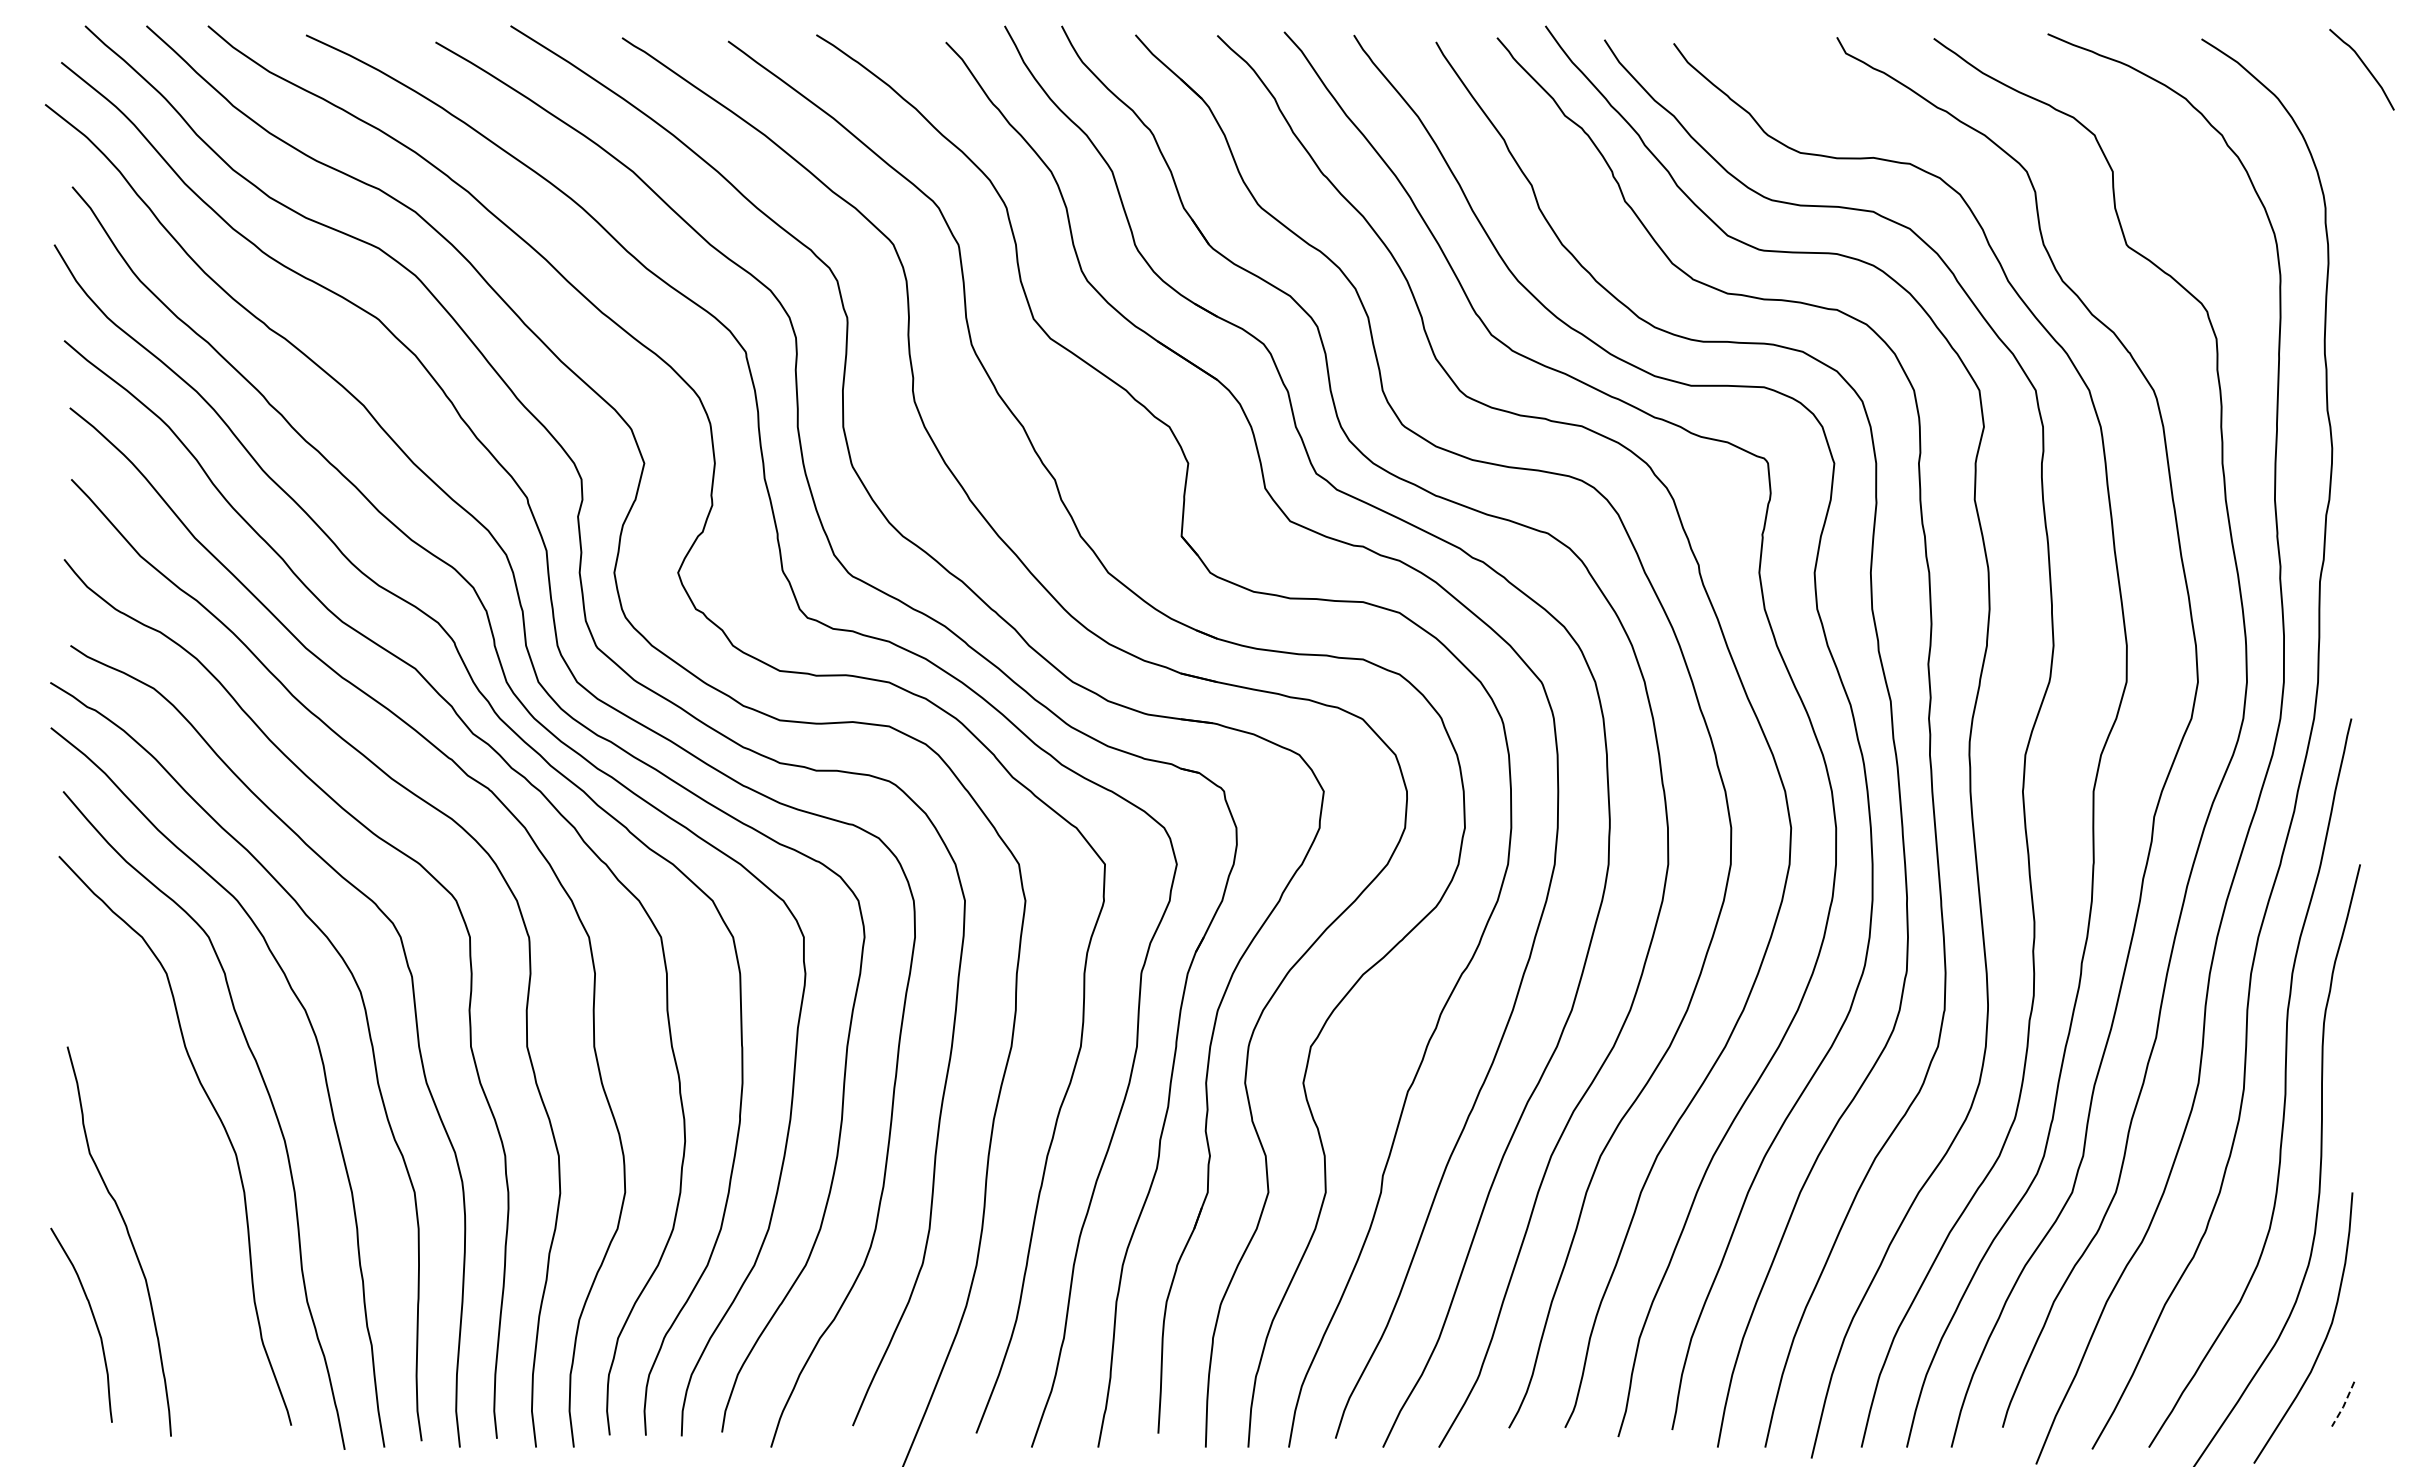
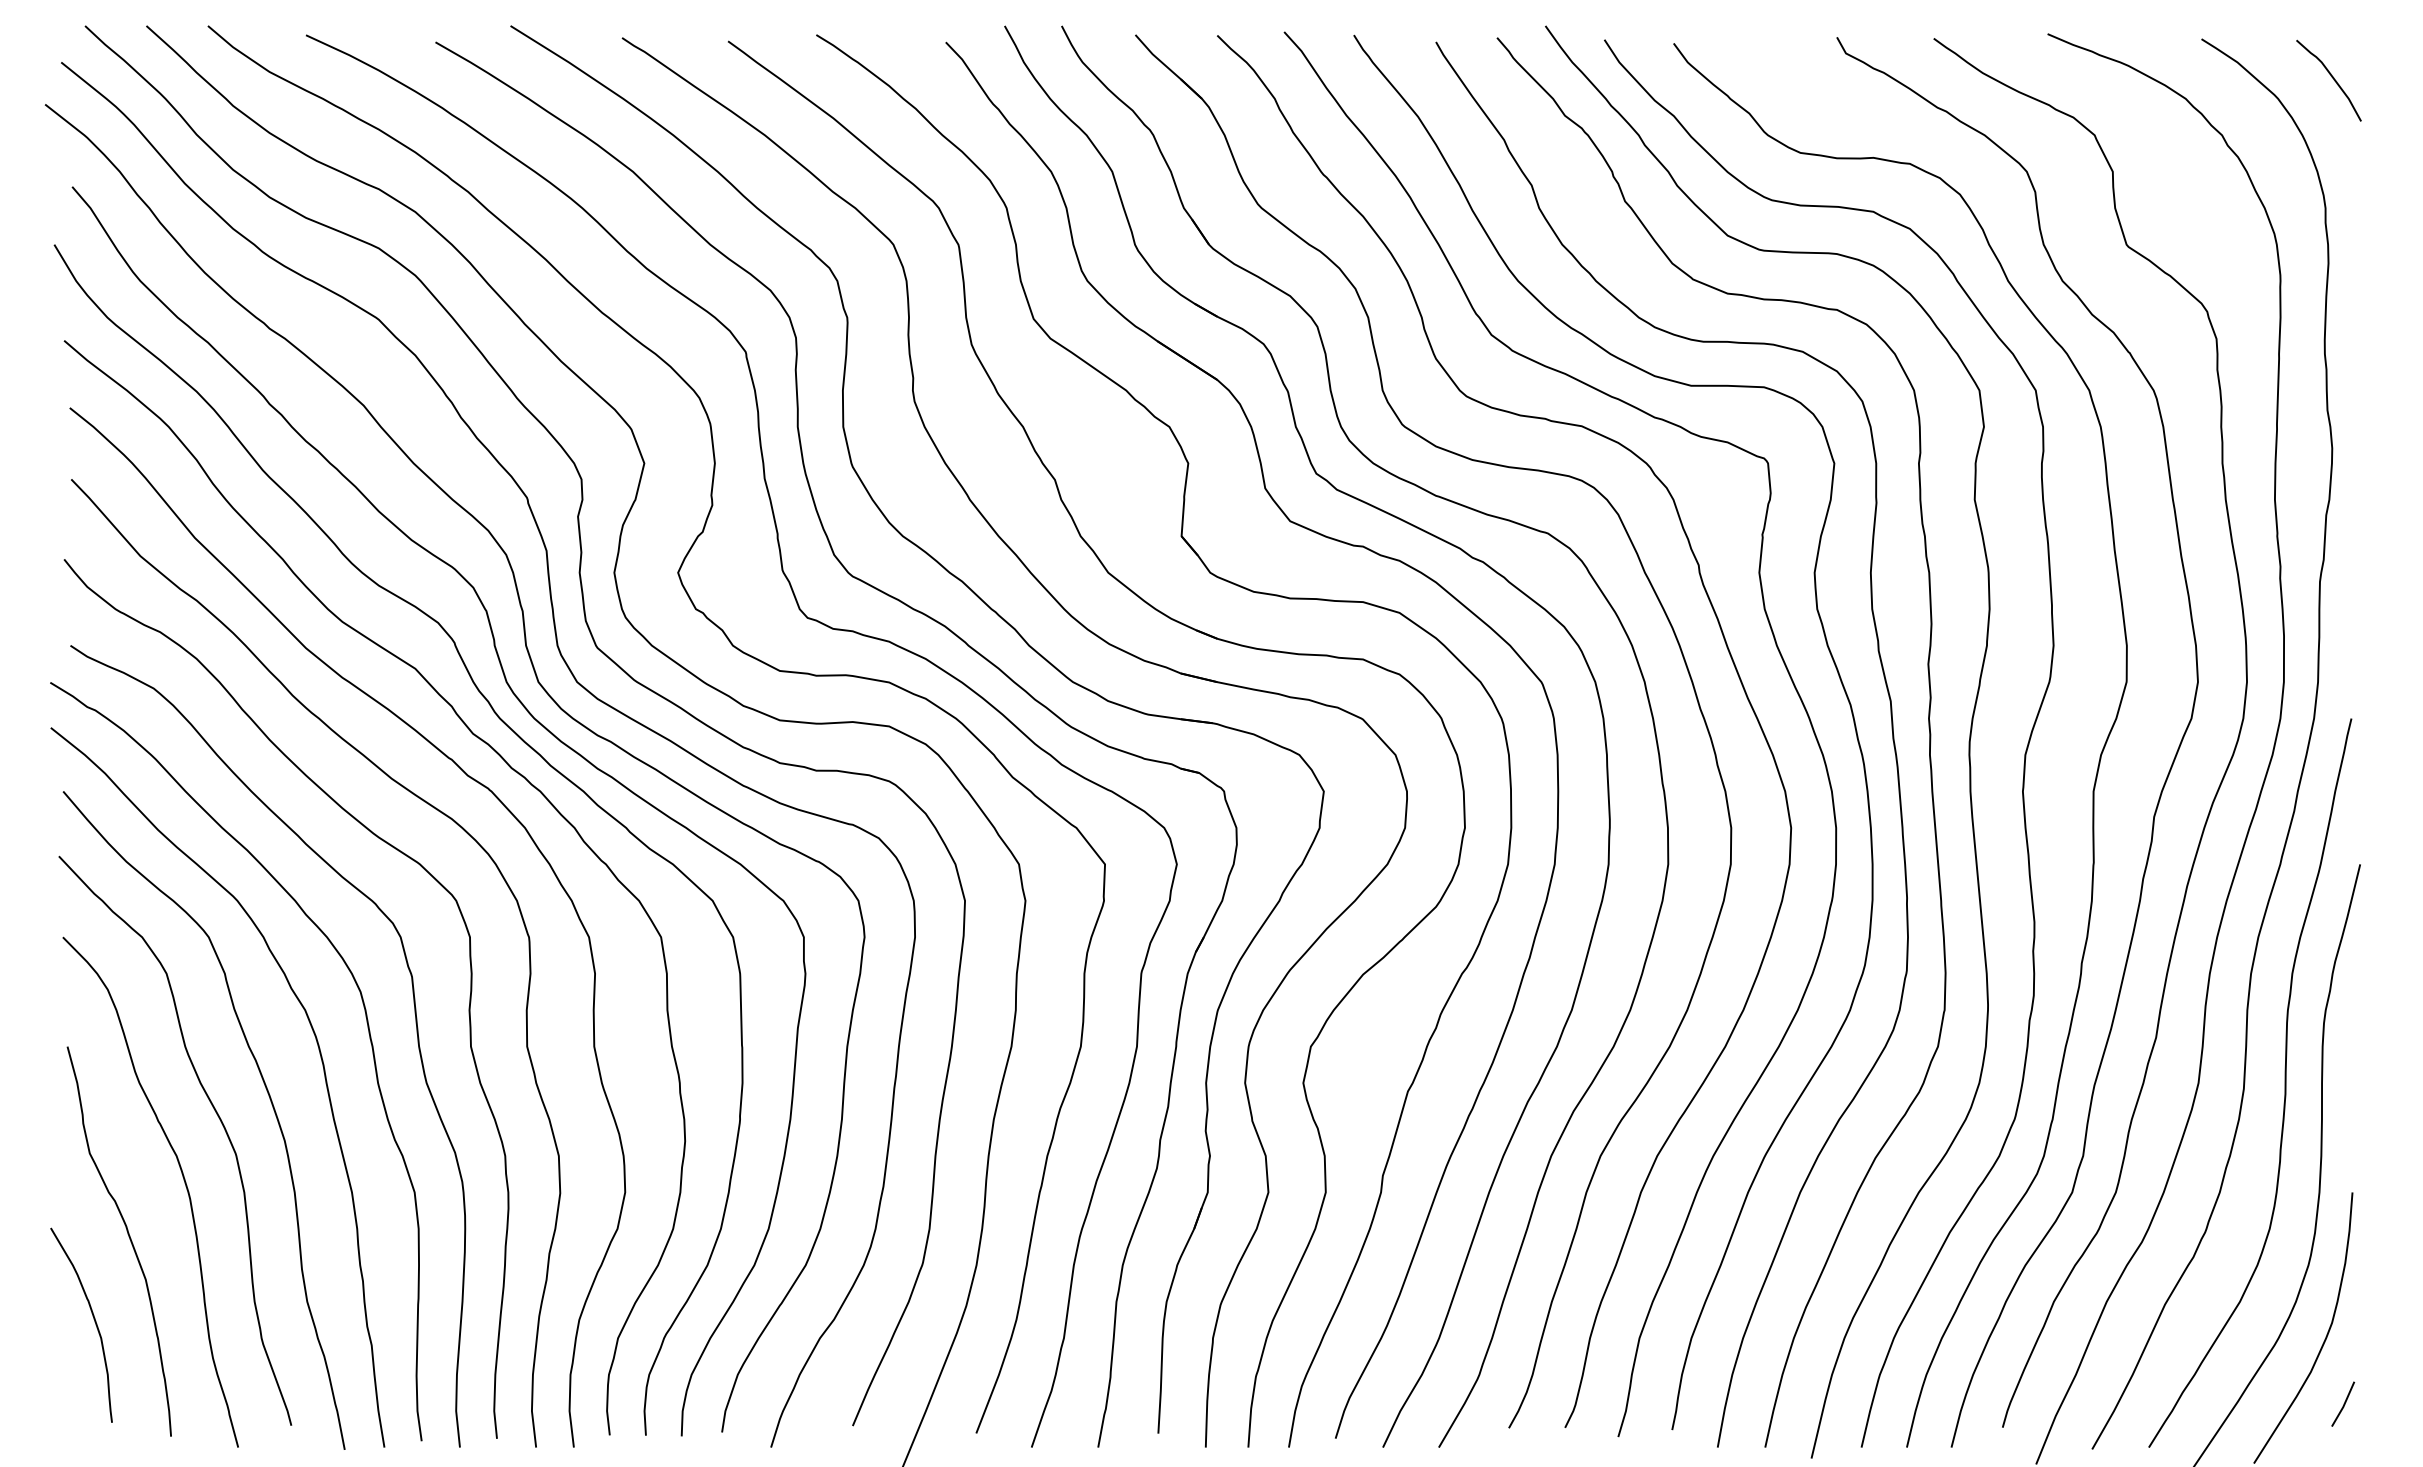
curve at (2364, 66) position: (2364, 66) -> (2331, 77)
curve at (183, 1180): none -> present
line at (2344, 1405): dashed -> solid
